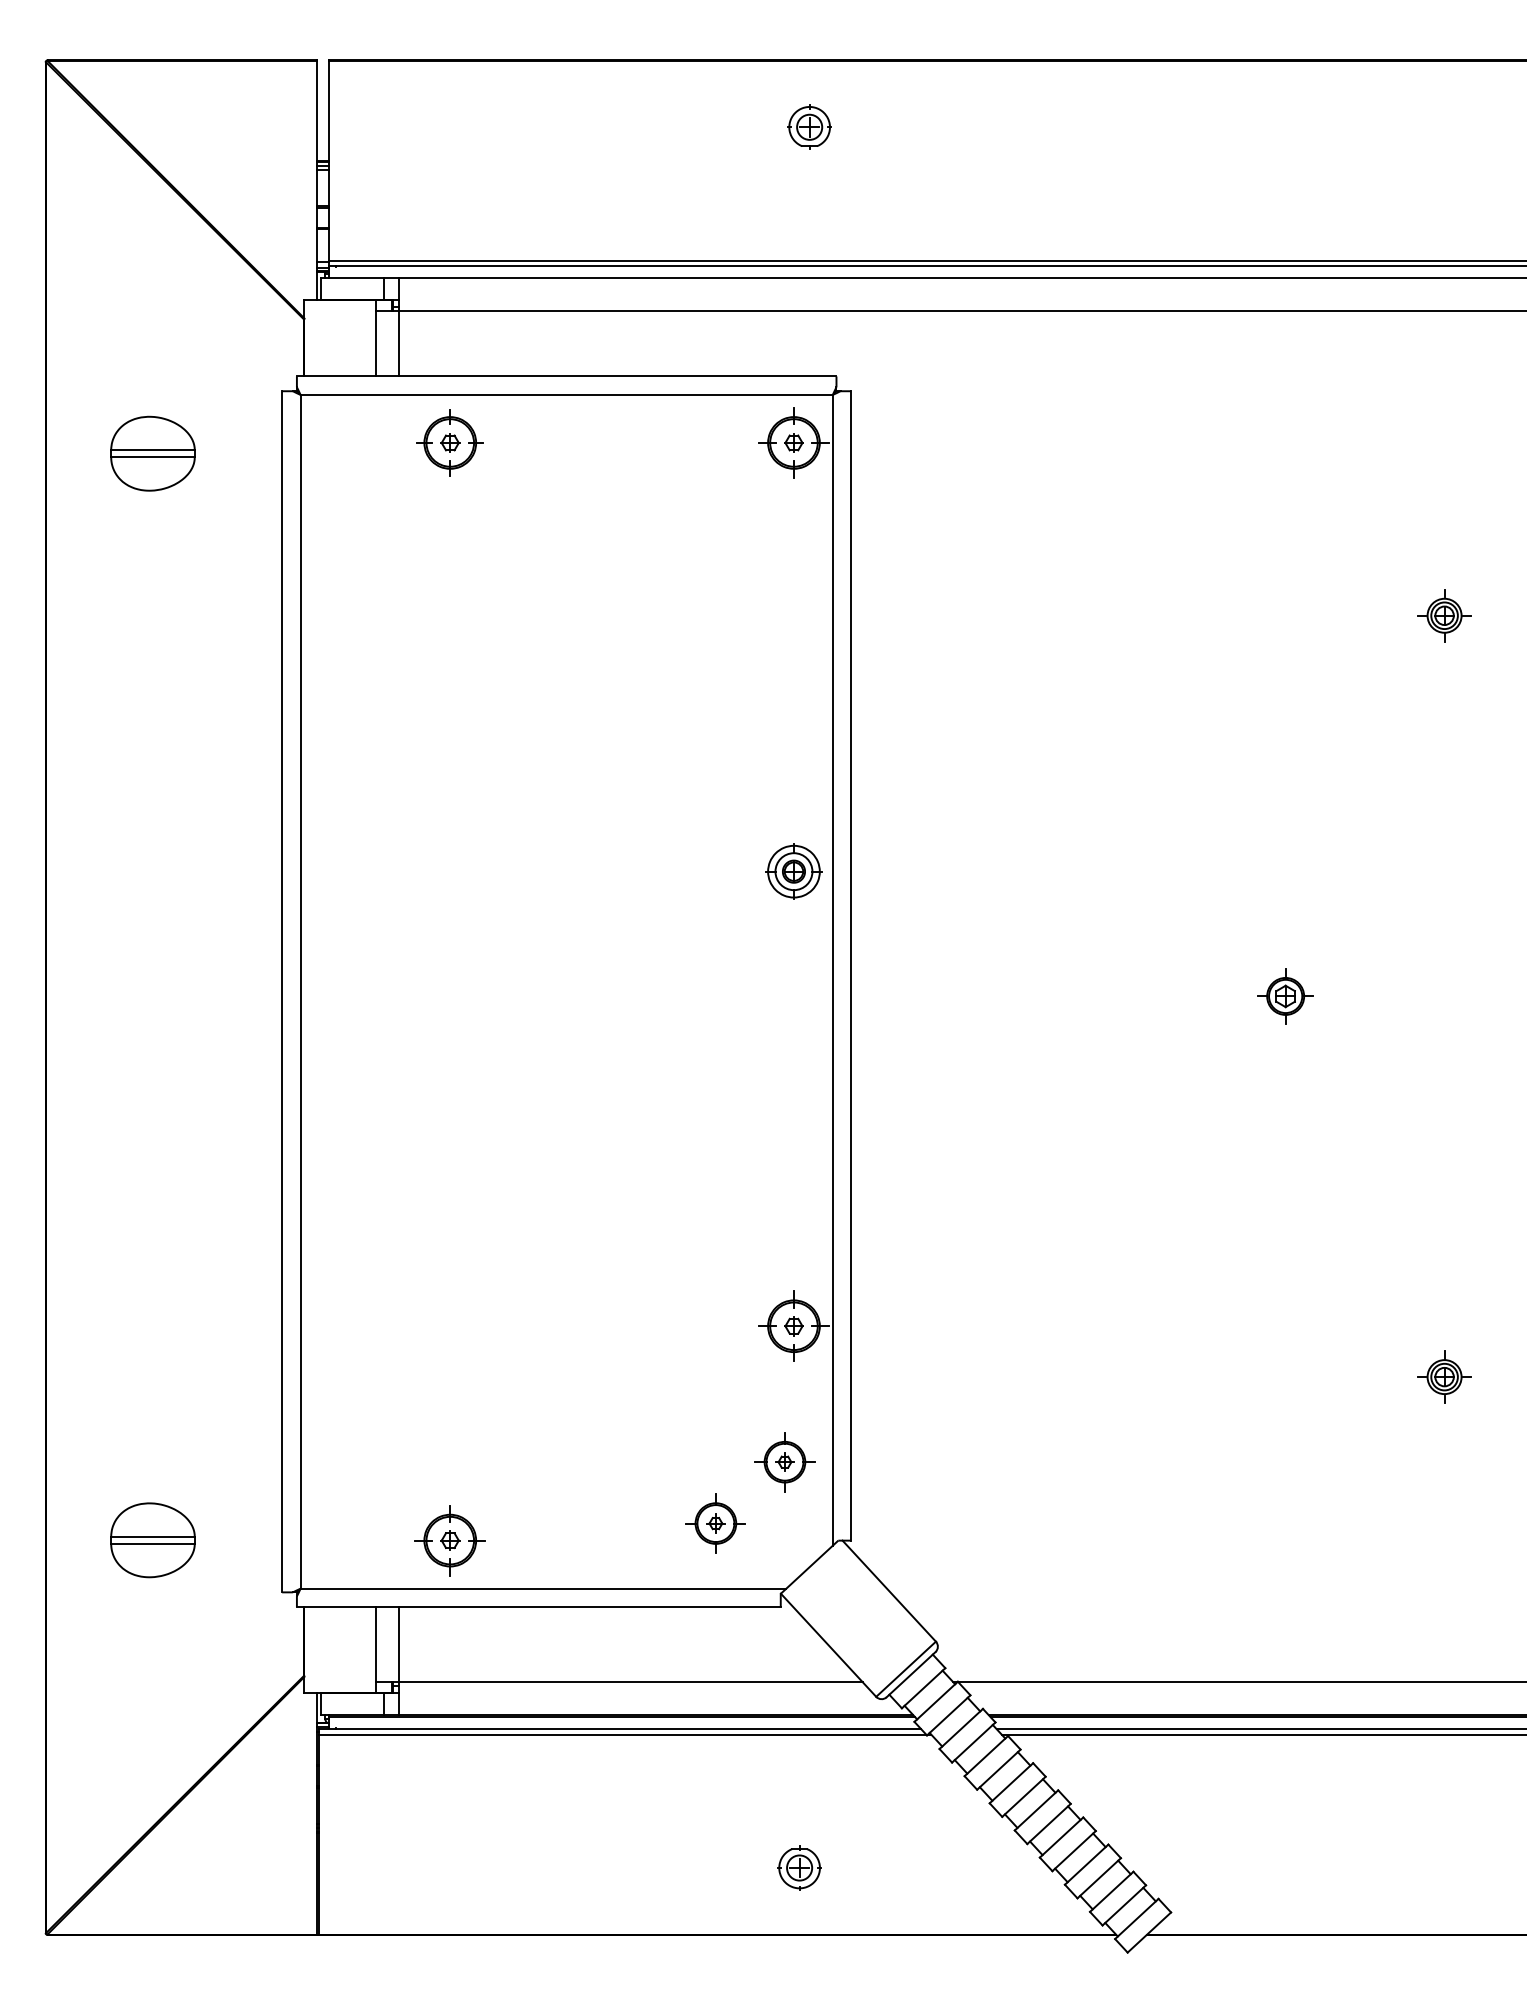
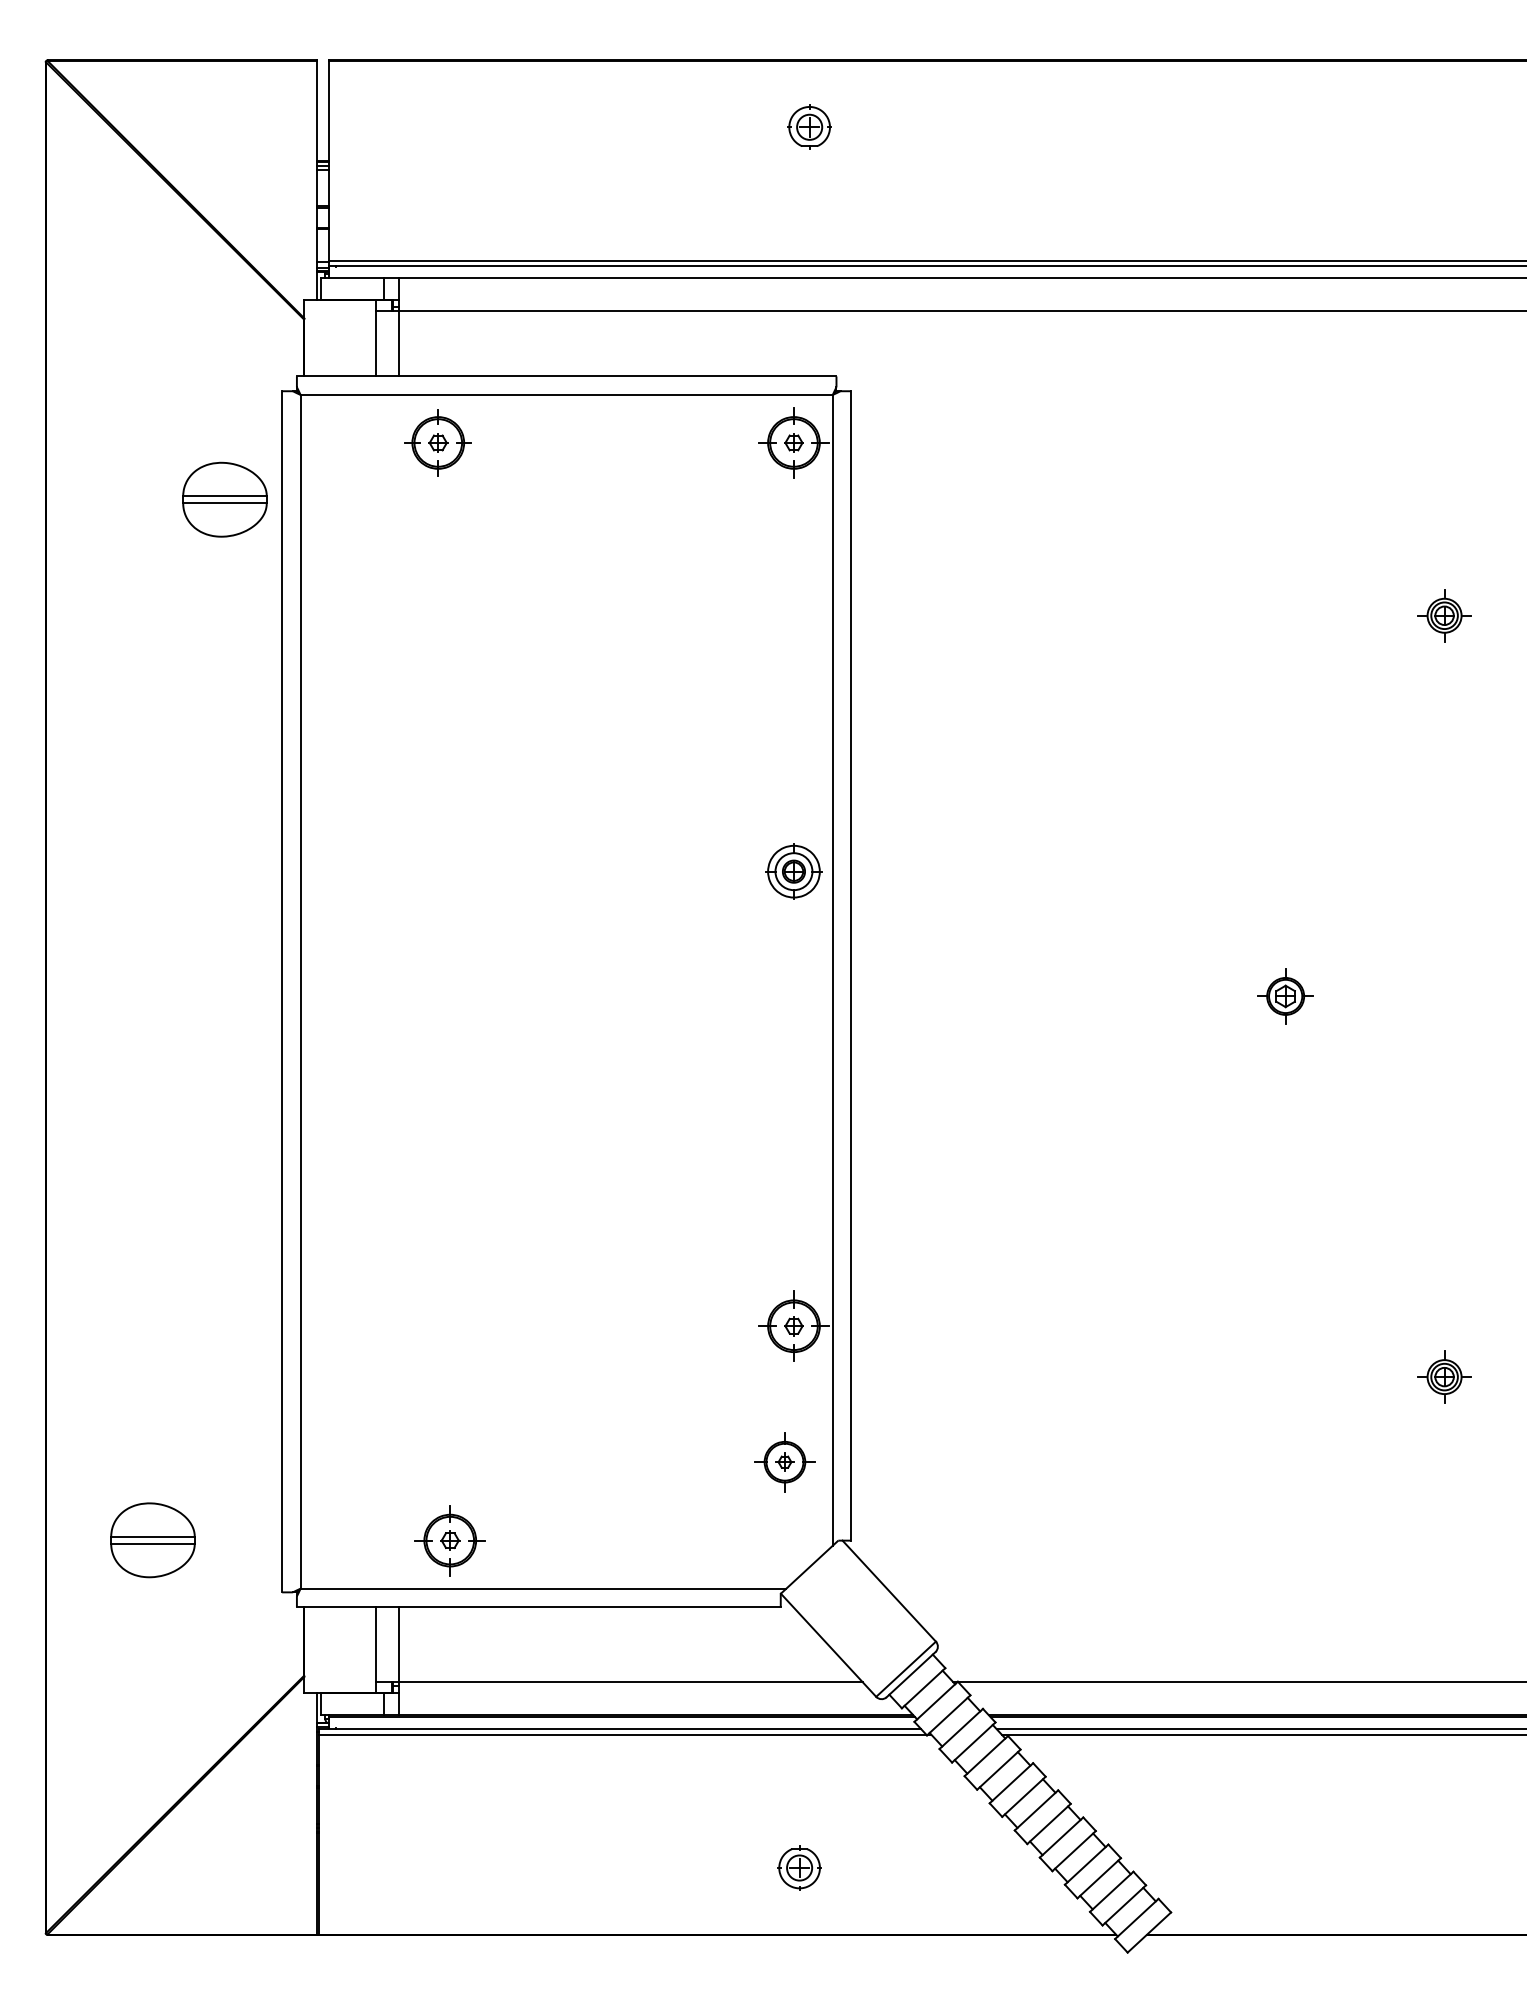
part at (449, 442) position: (449, 442) -> (437, 442)
part at (152, 453) position: (152, 453) -> (224, 499)
part at (715, 1523): present -> none
